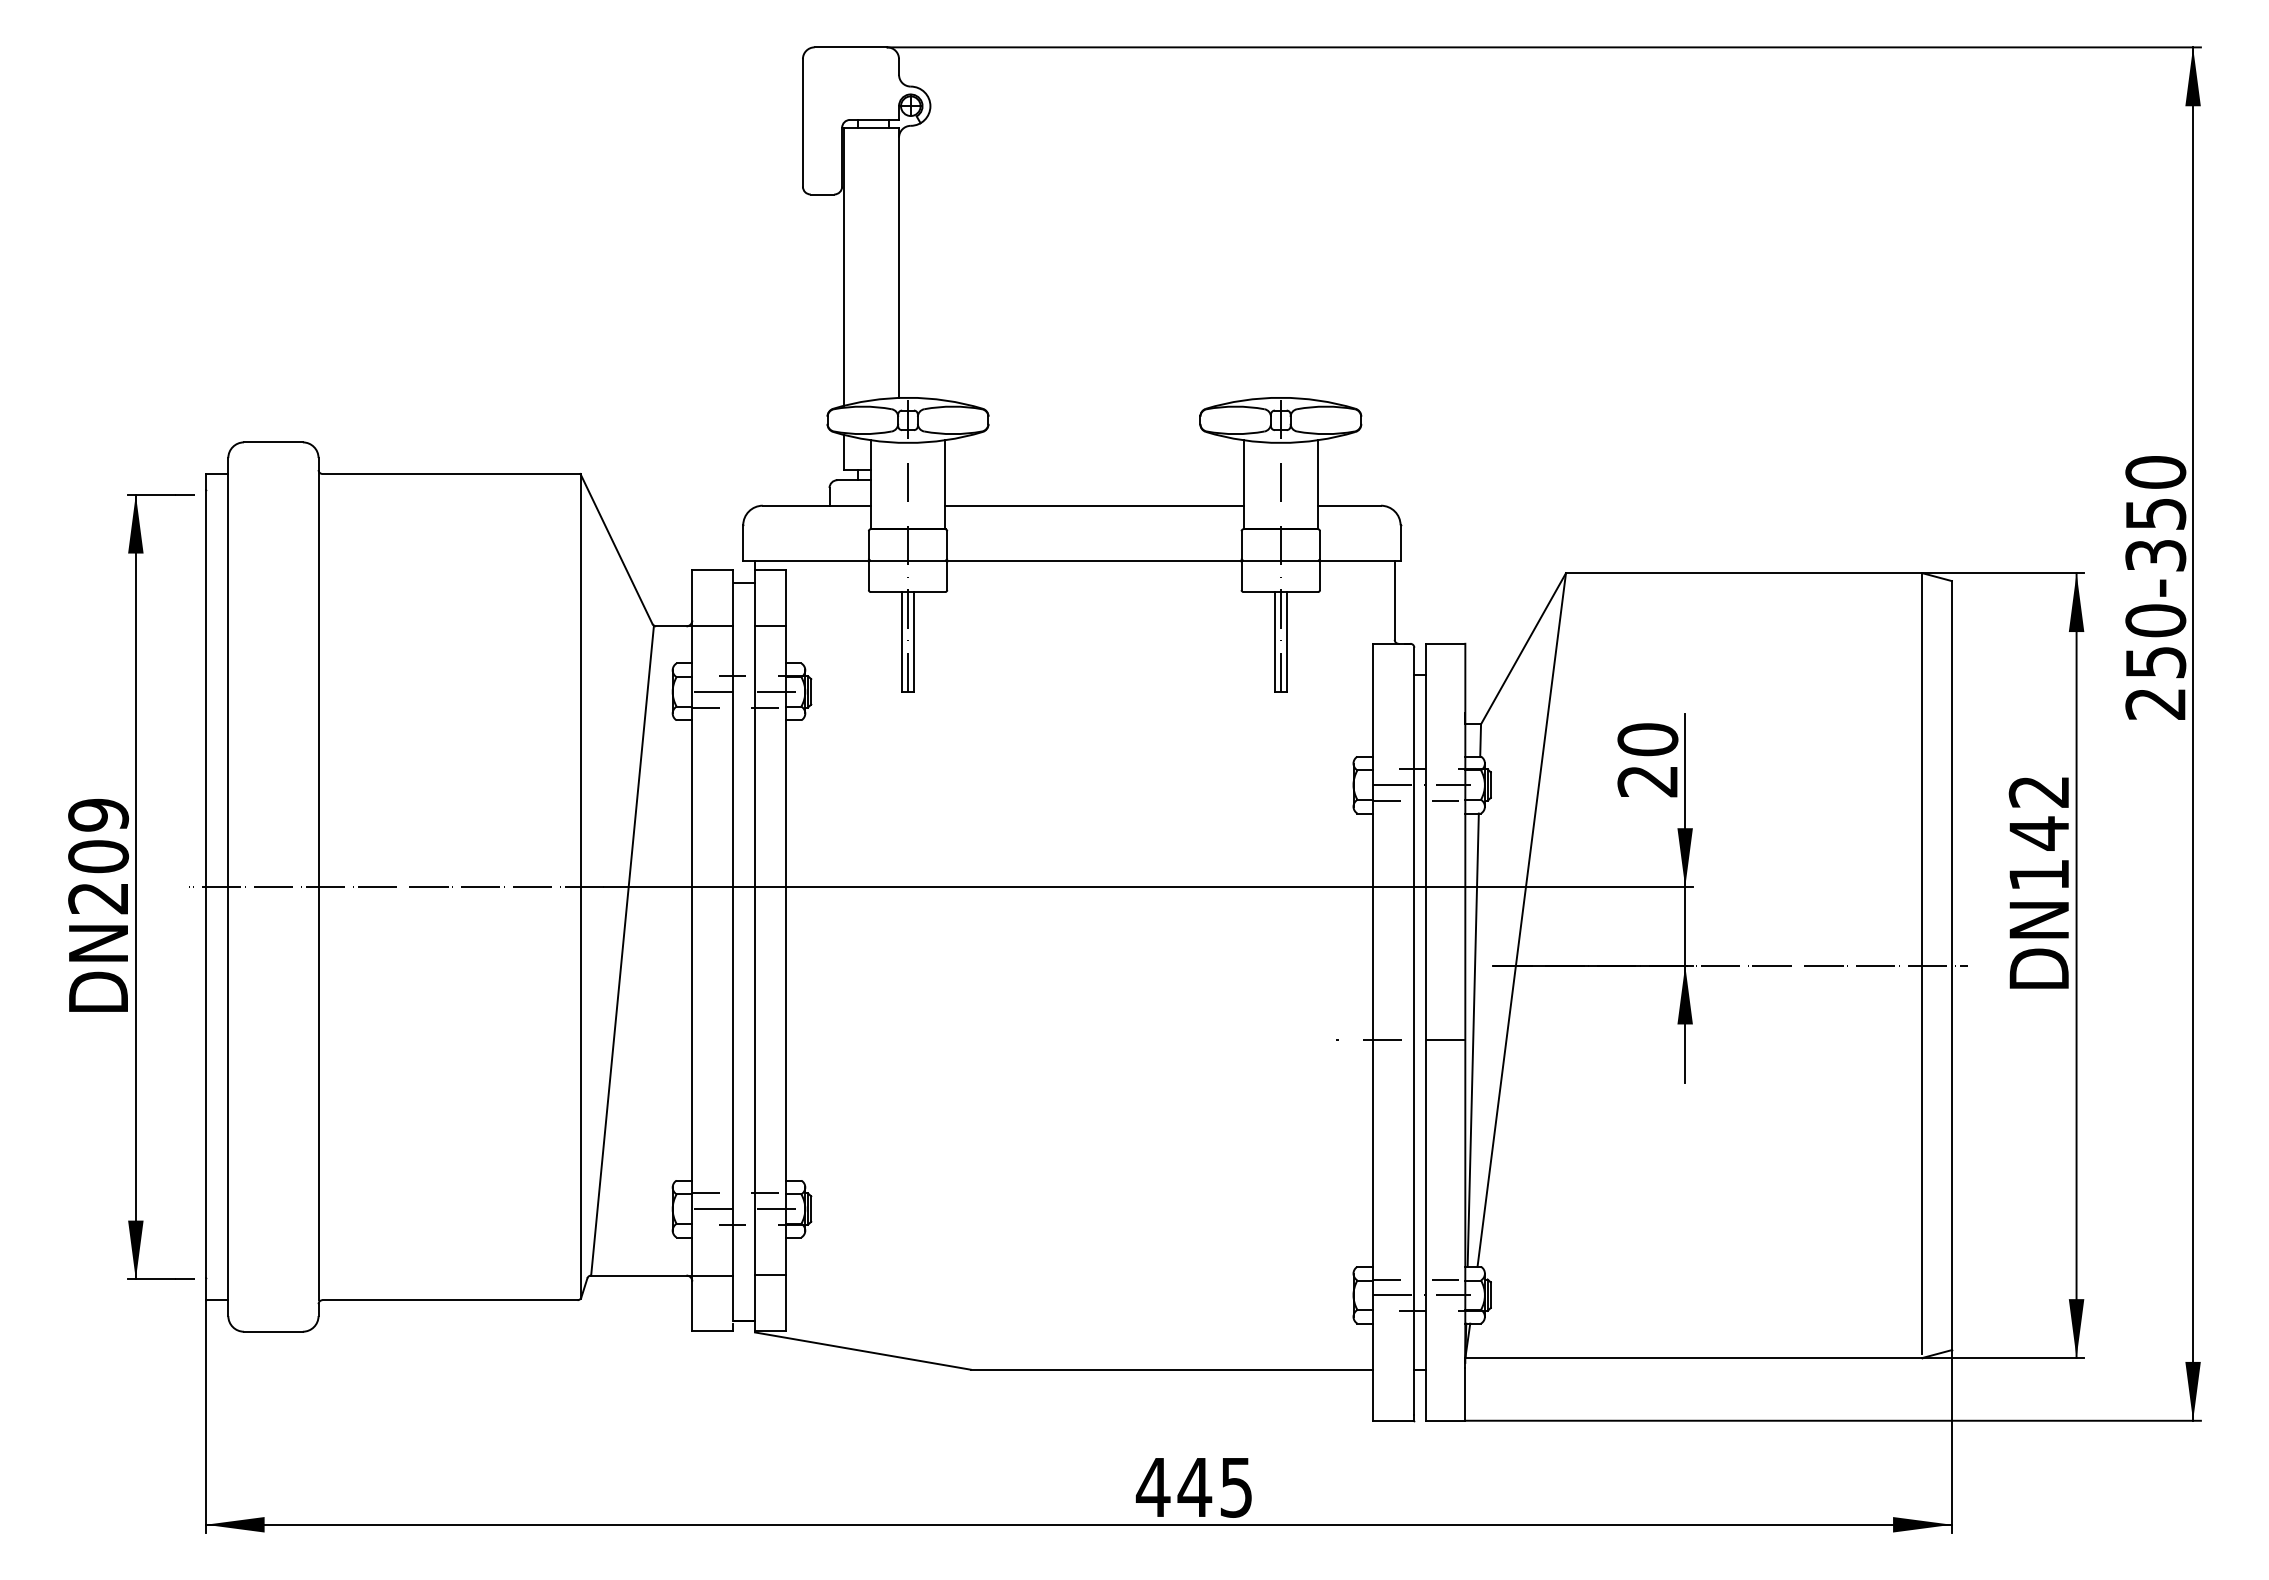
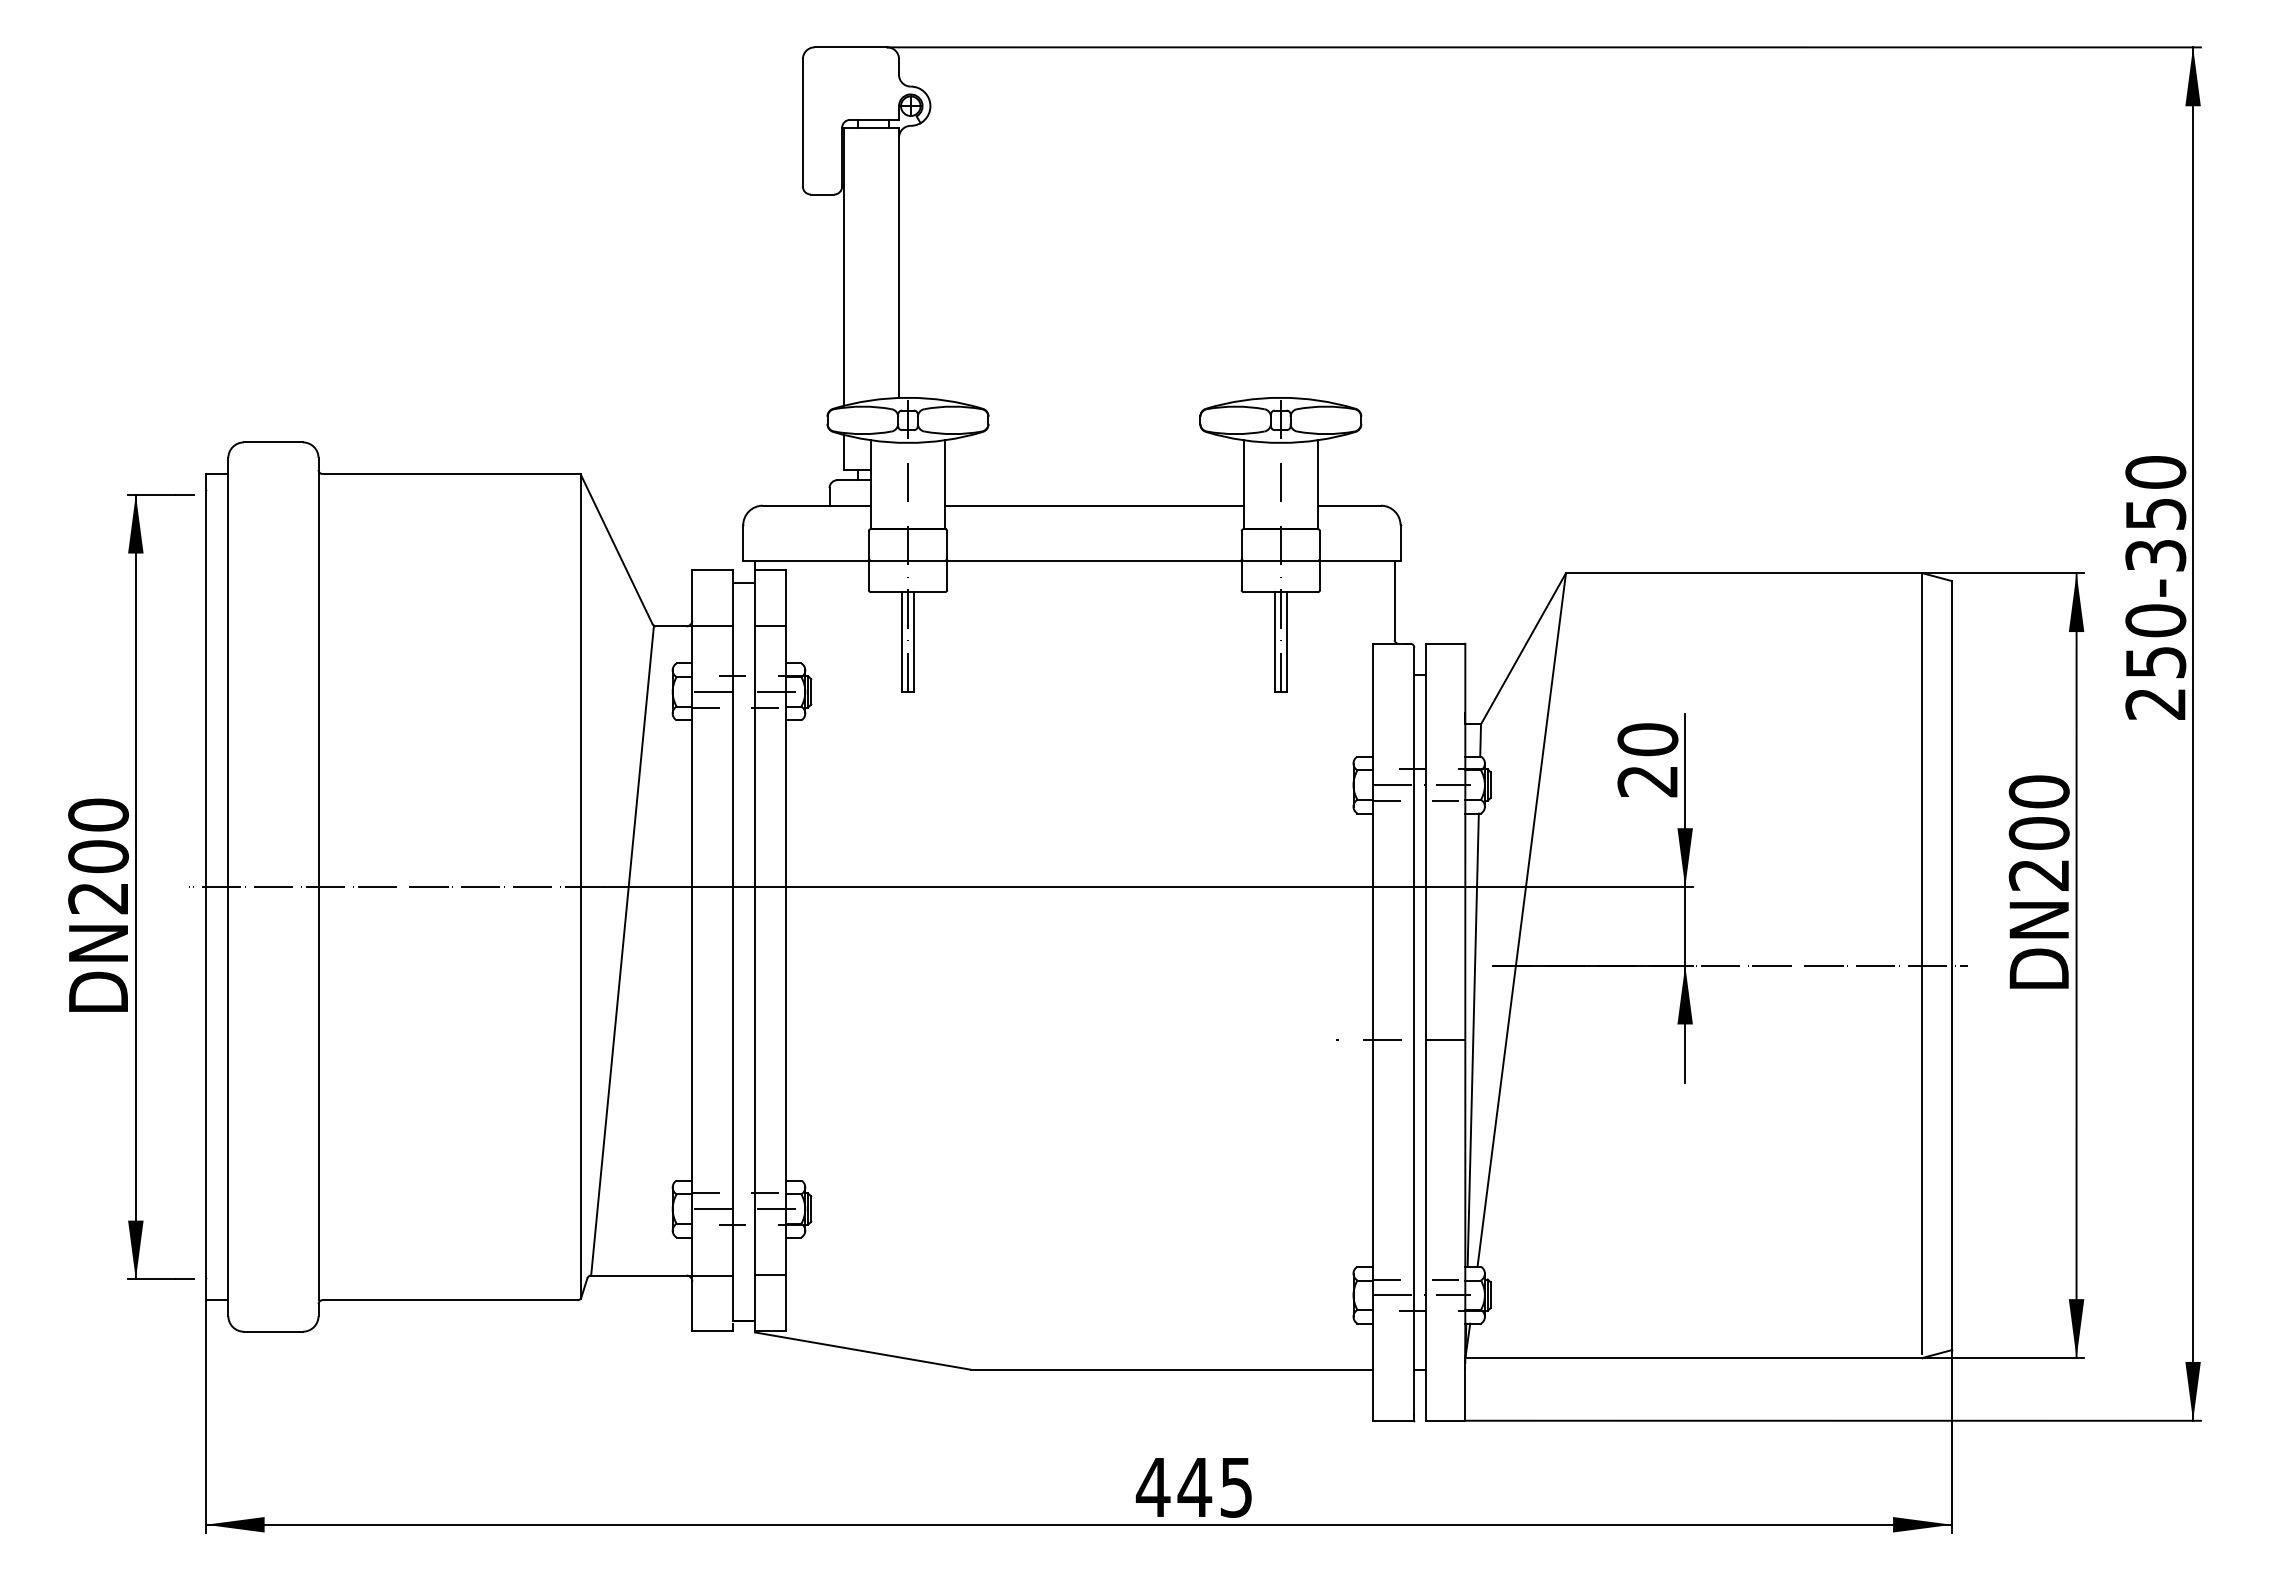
text at (98, 814): 209 -> 200
text at (2038, 832): 142 -> 200
